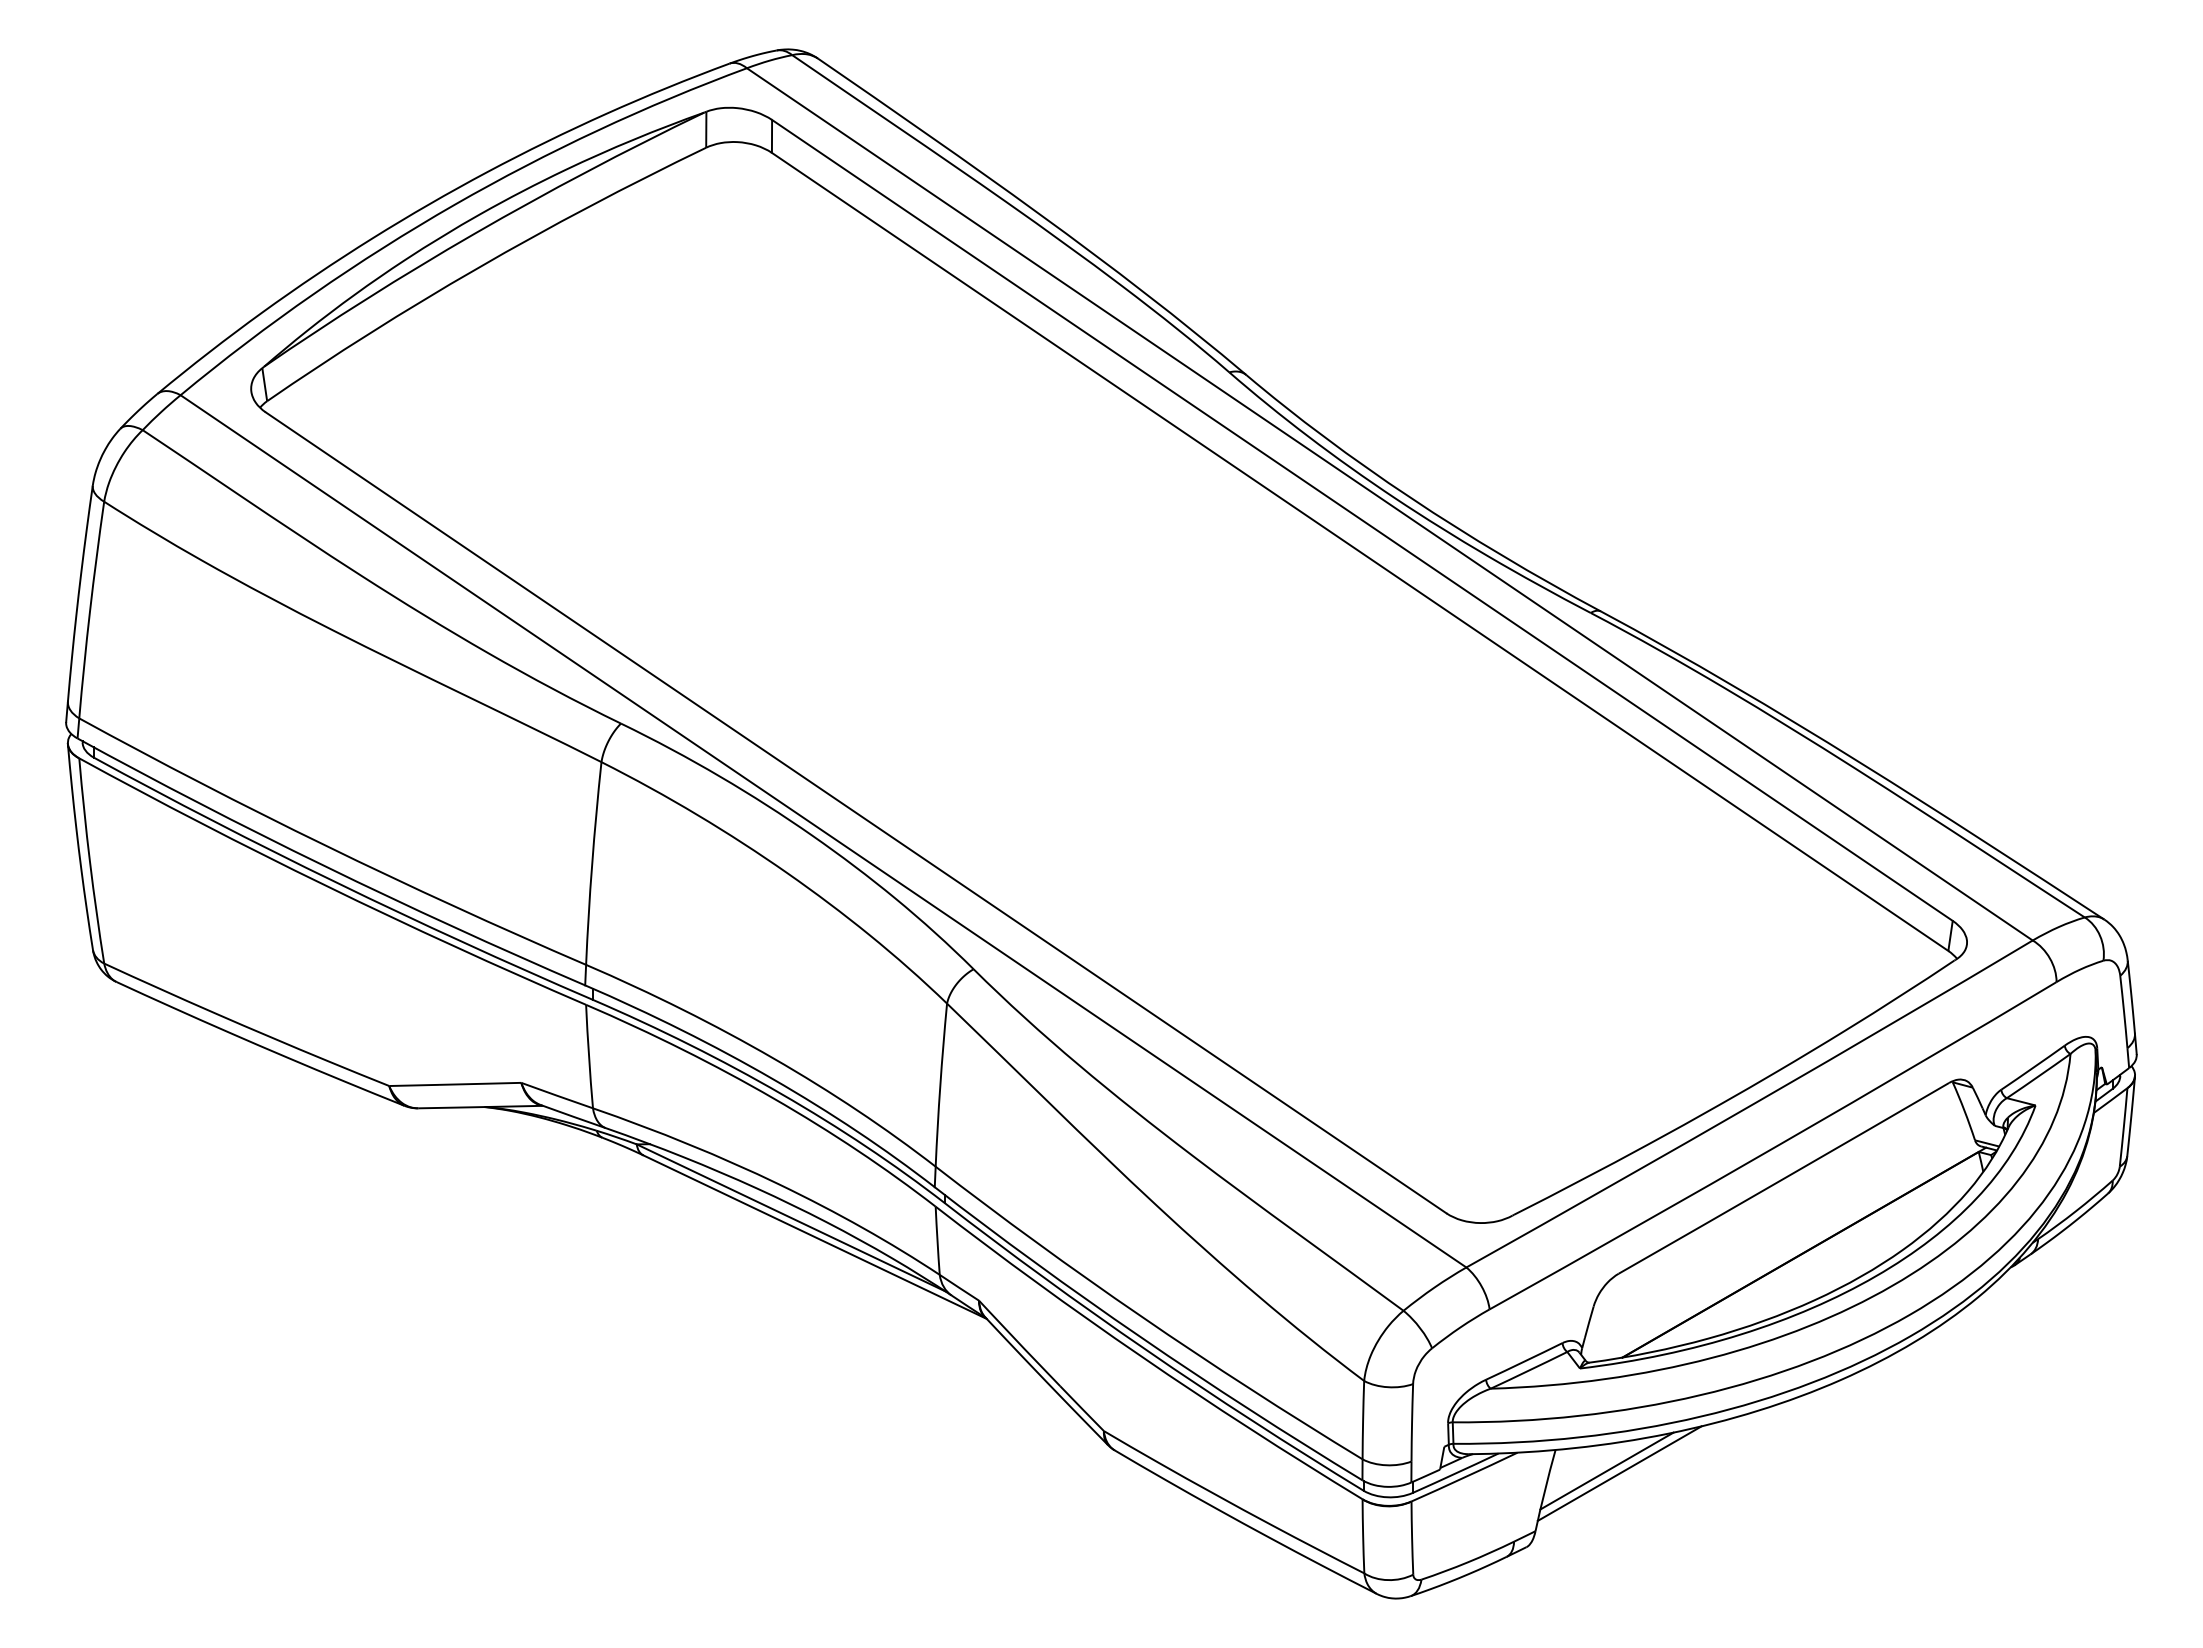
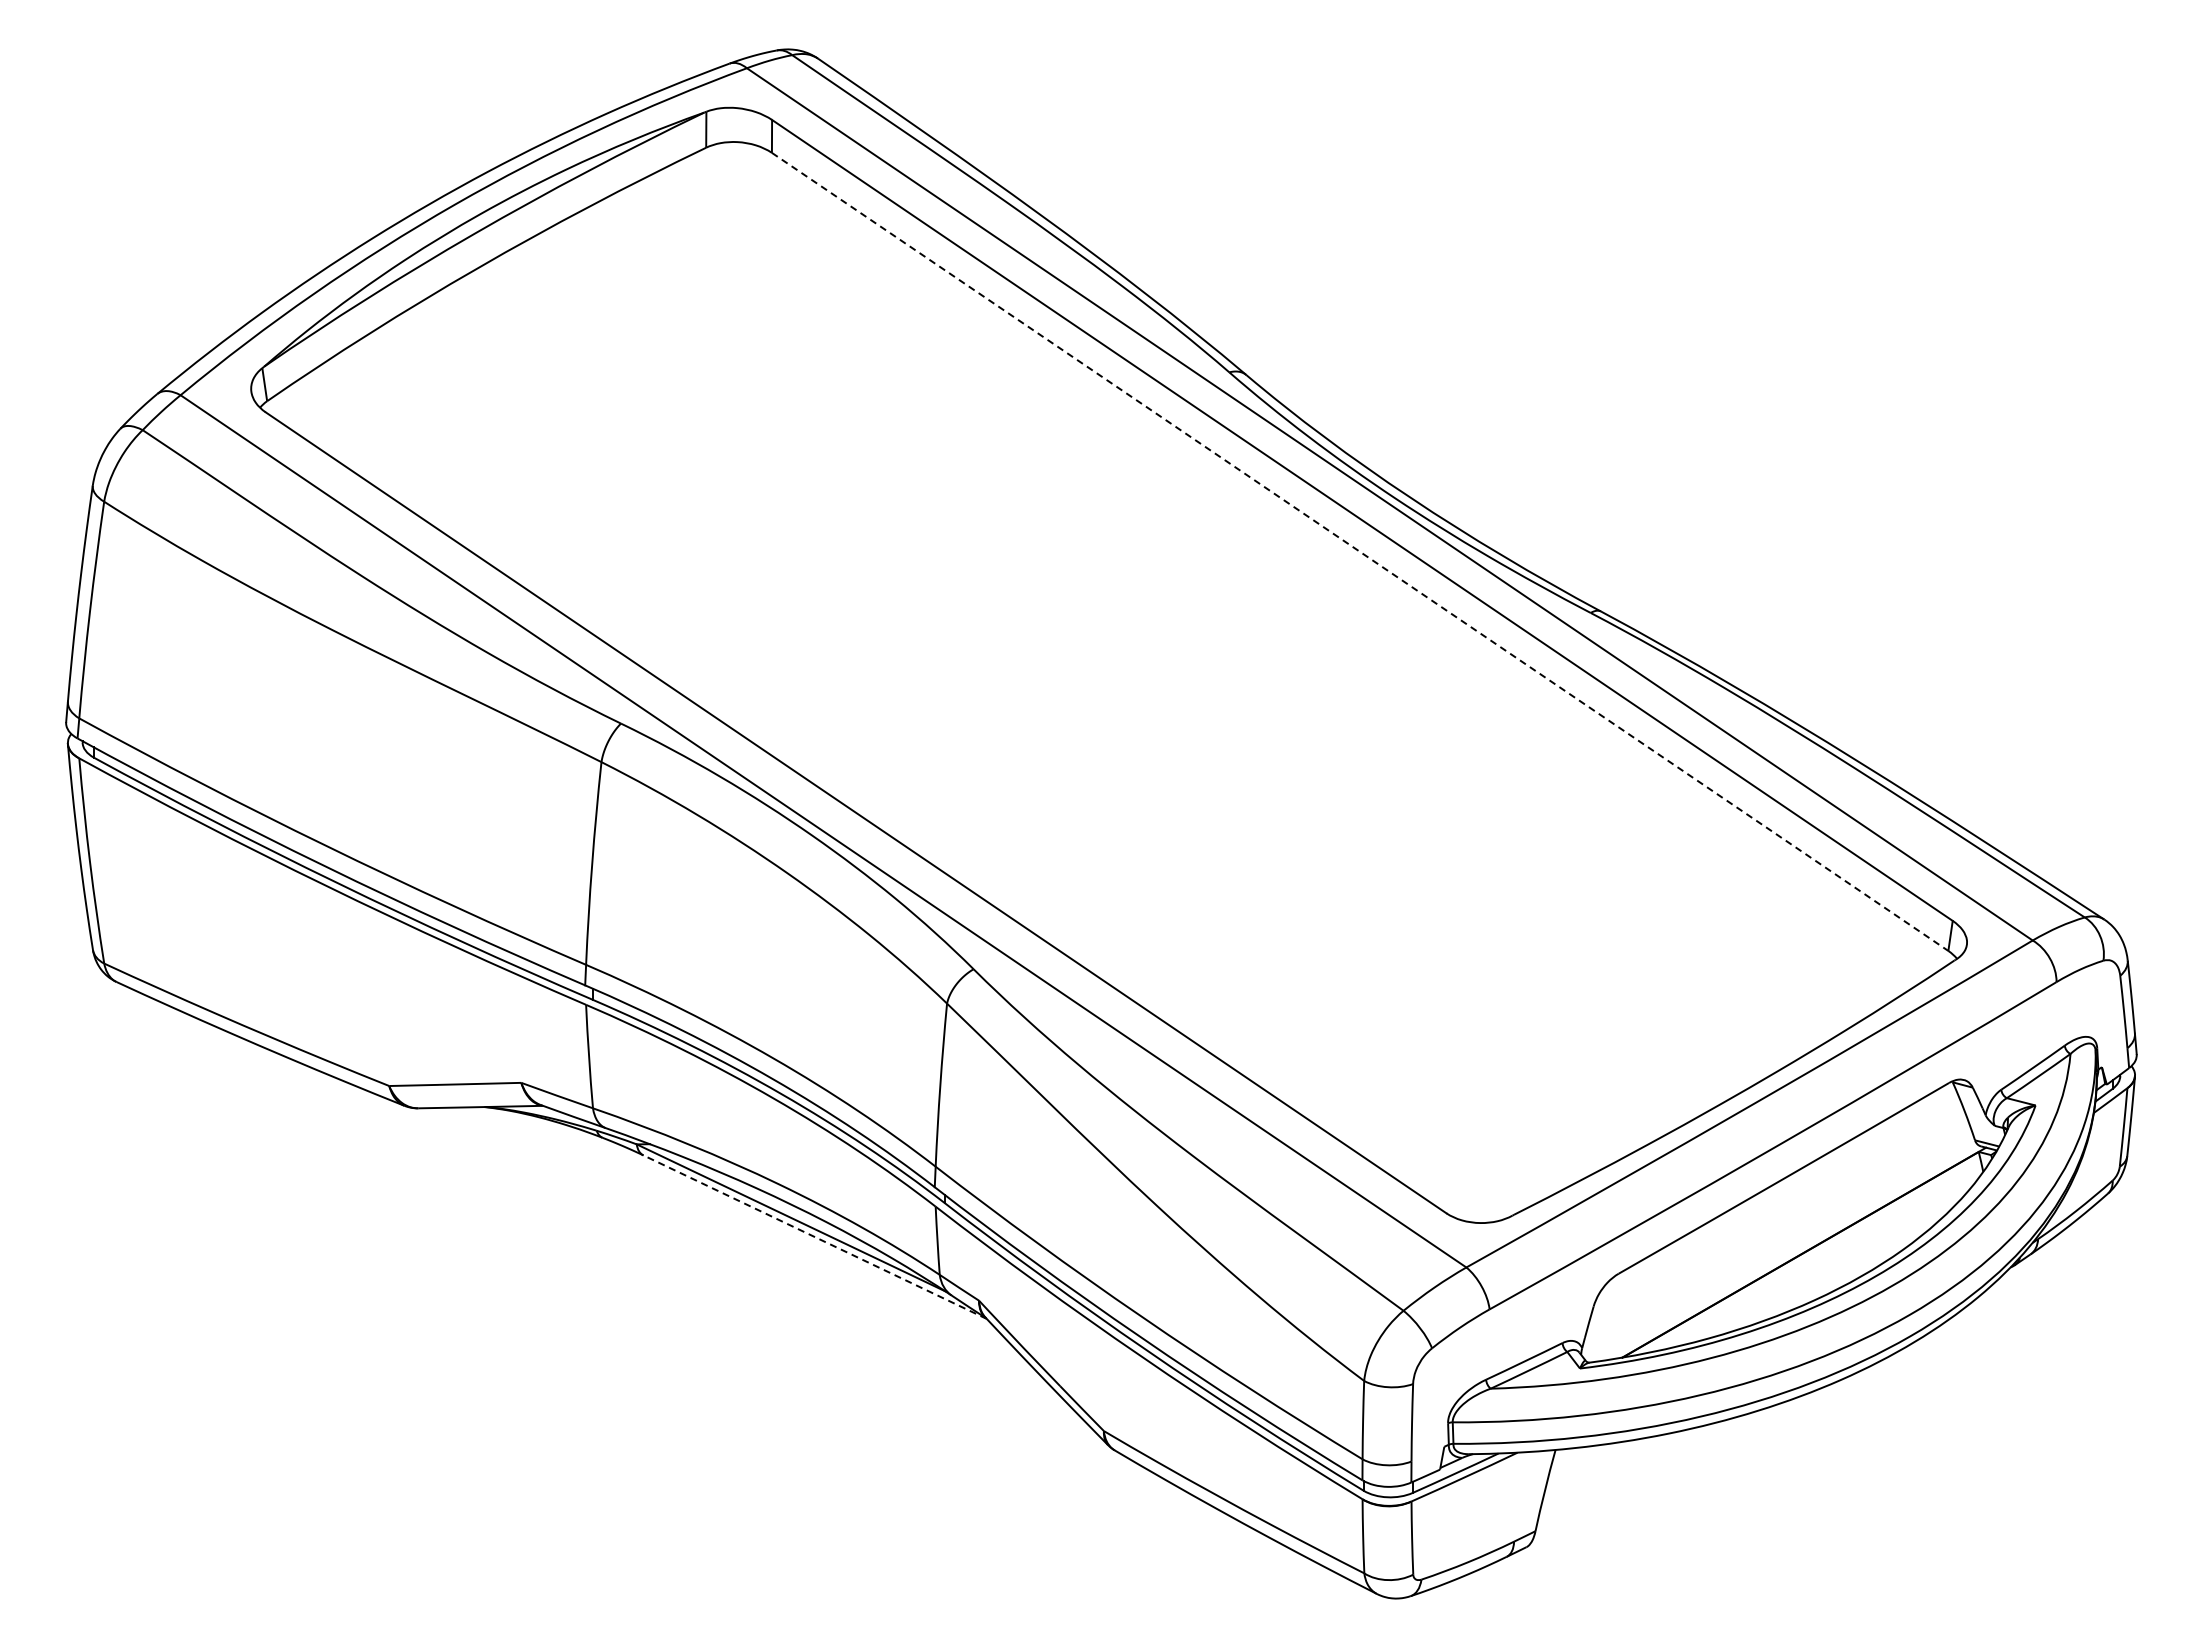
line at (1360, 551): solid -> dashed
line at (814, 1236): solid -> dashed
line at (1606, 1470): present -> none
line at (1619, 1473): present -> none
